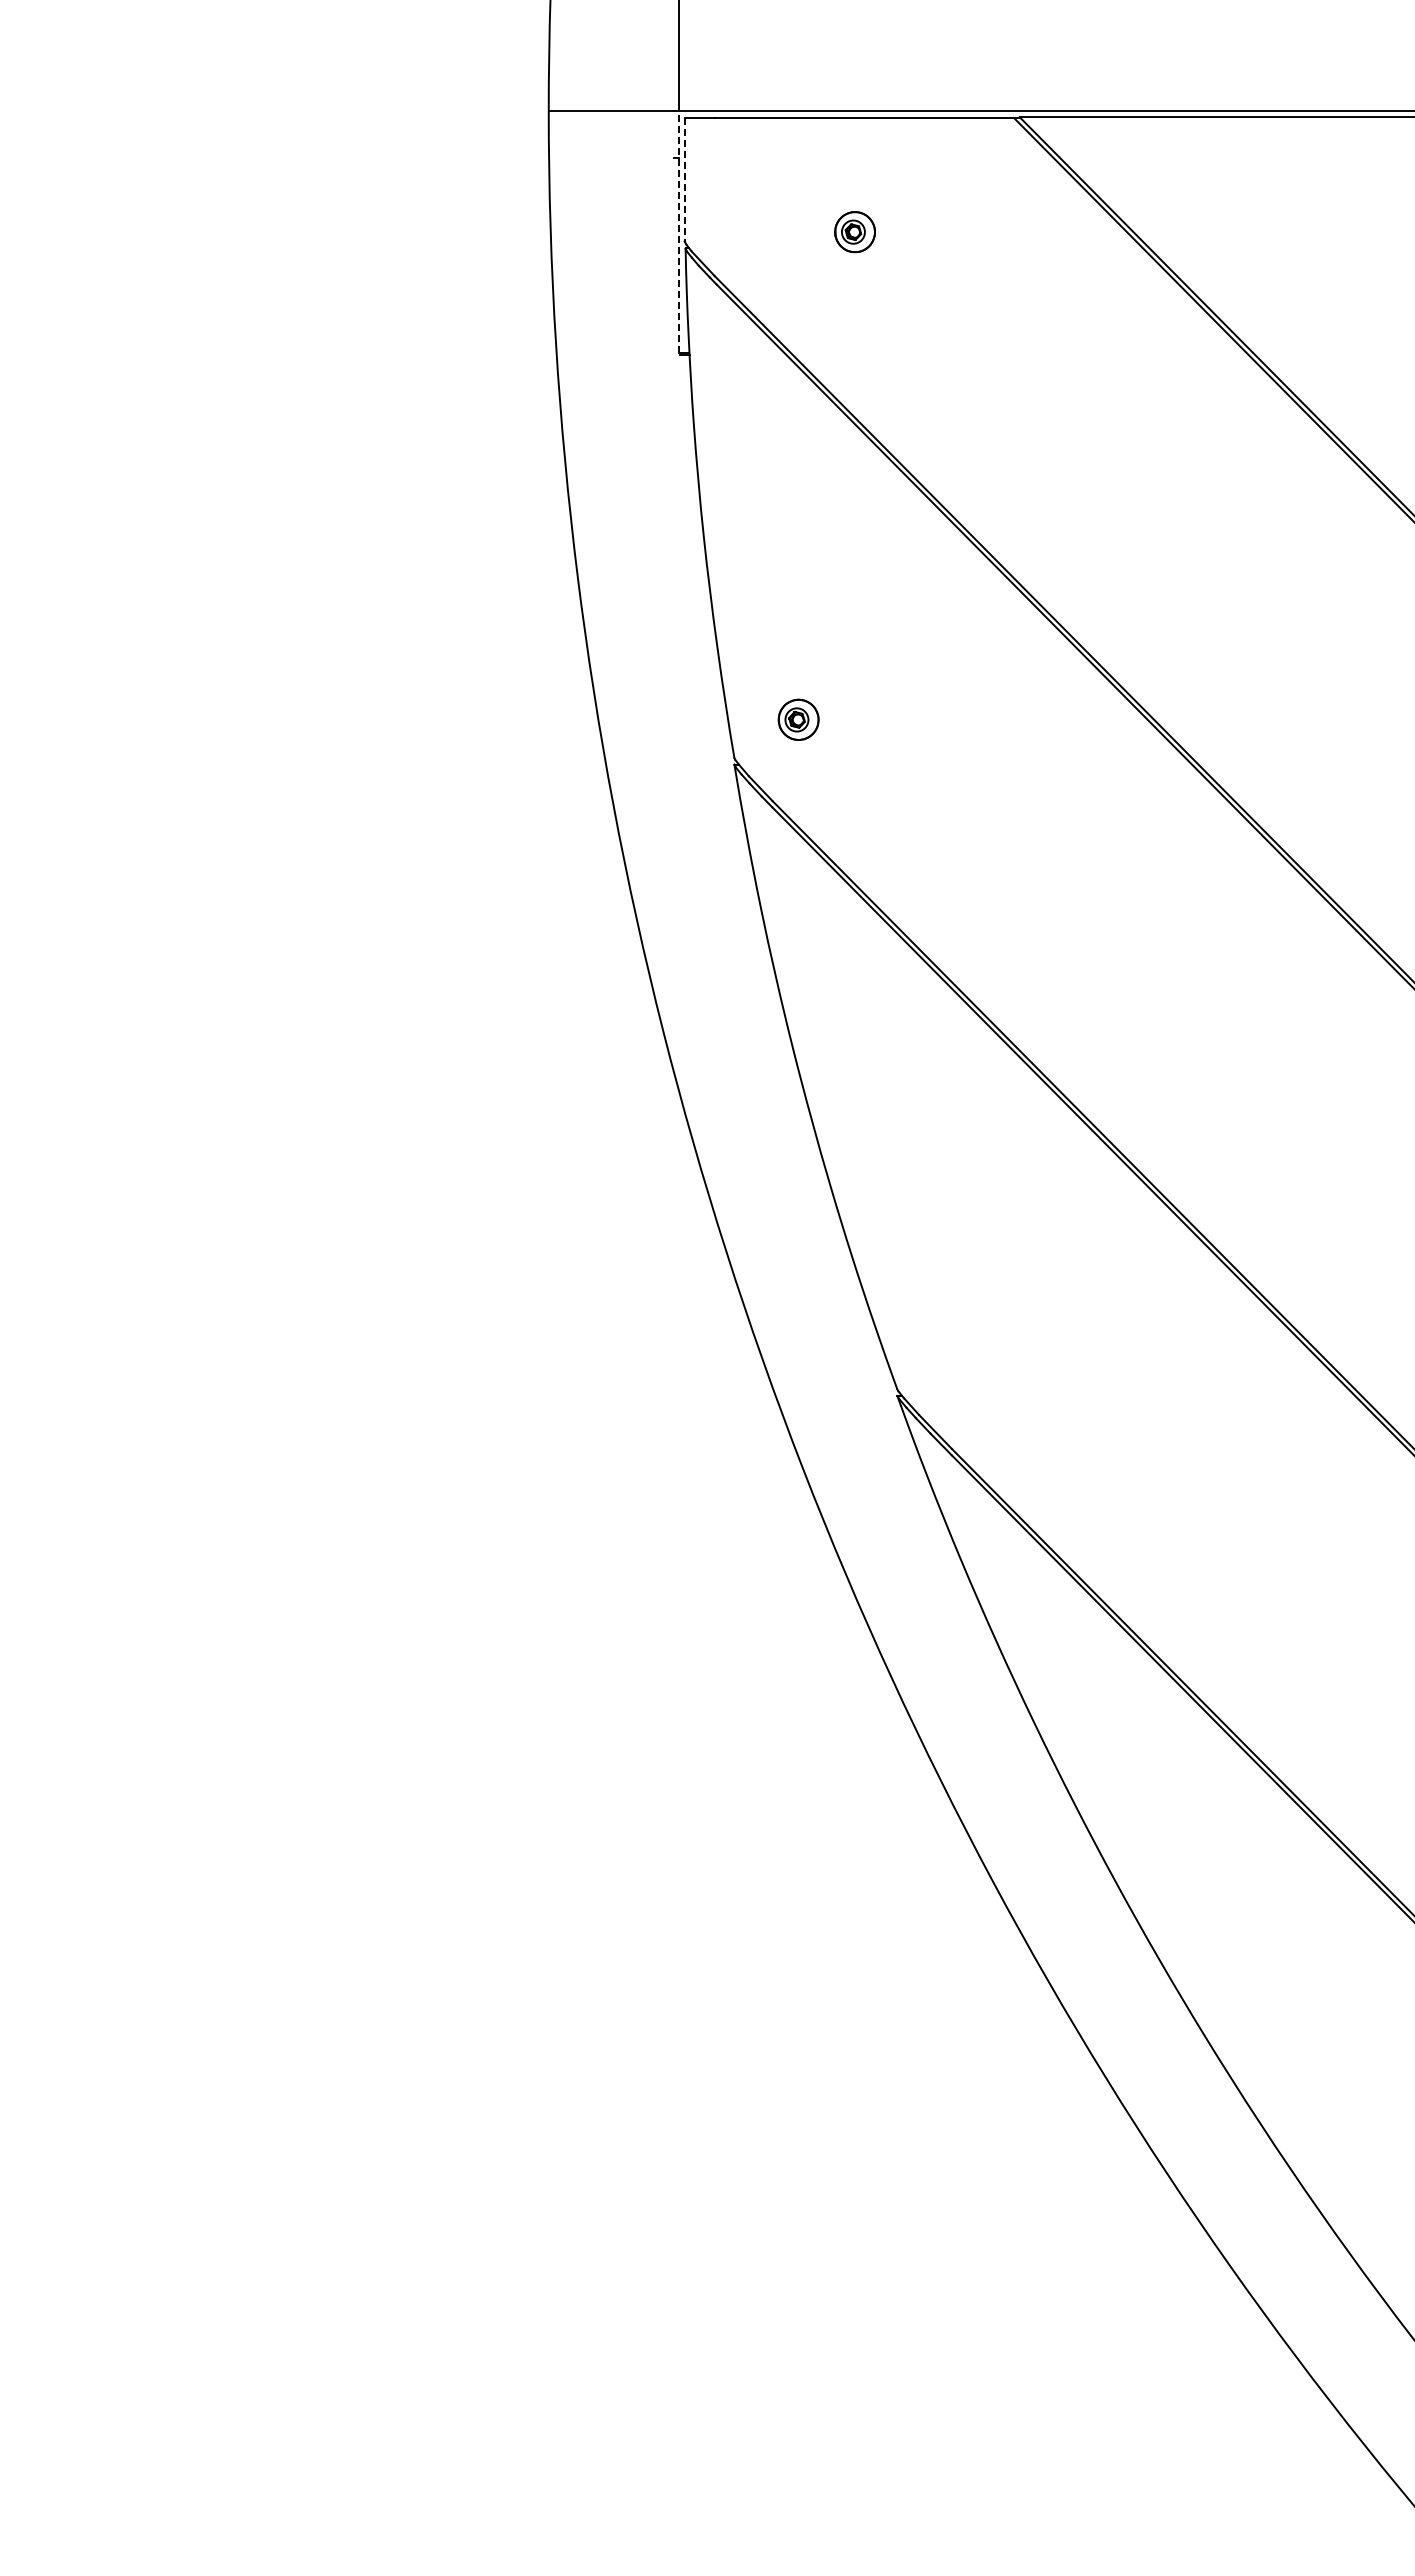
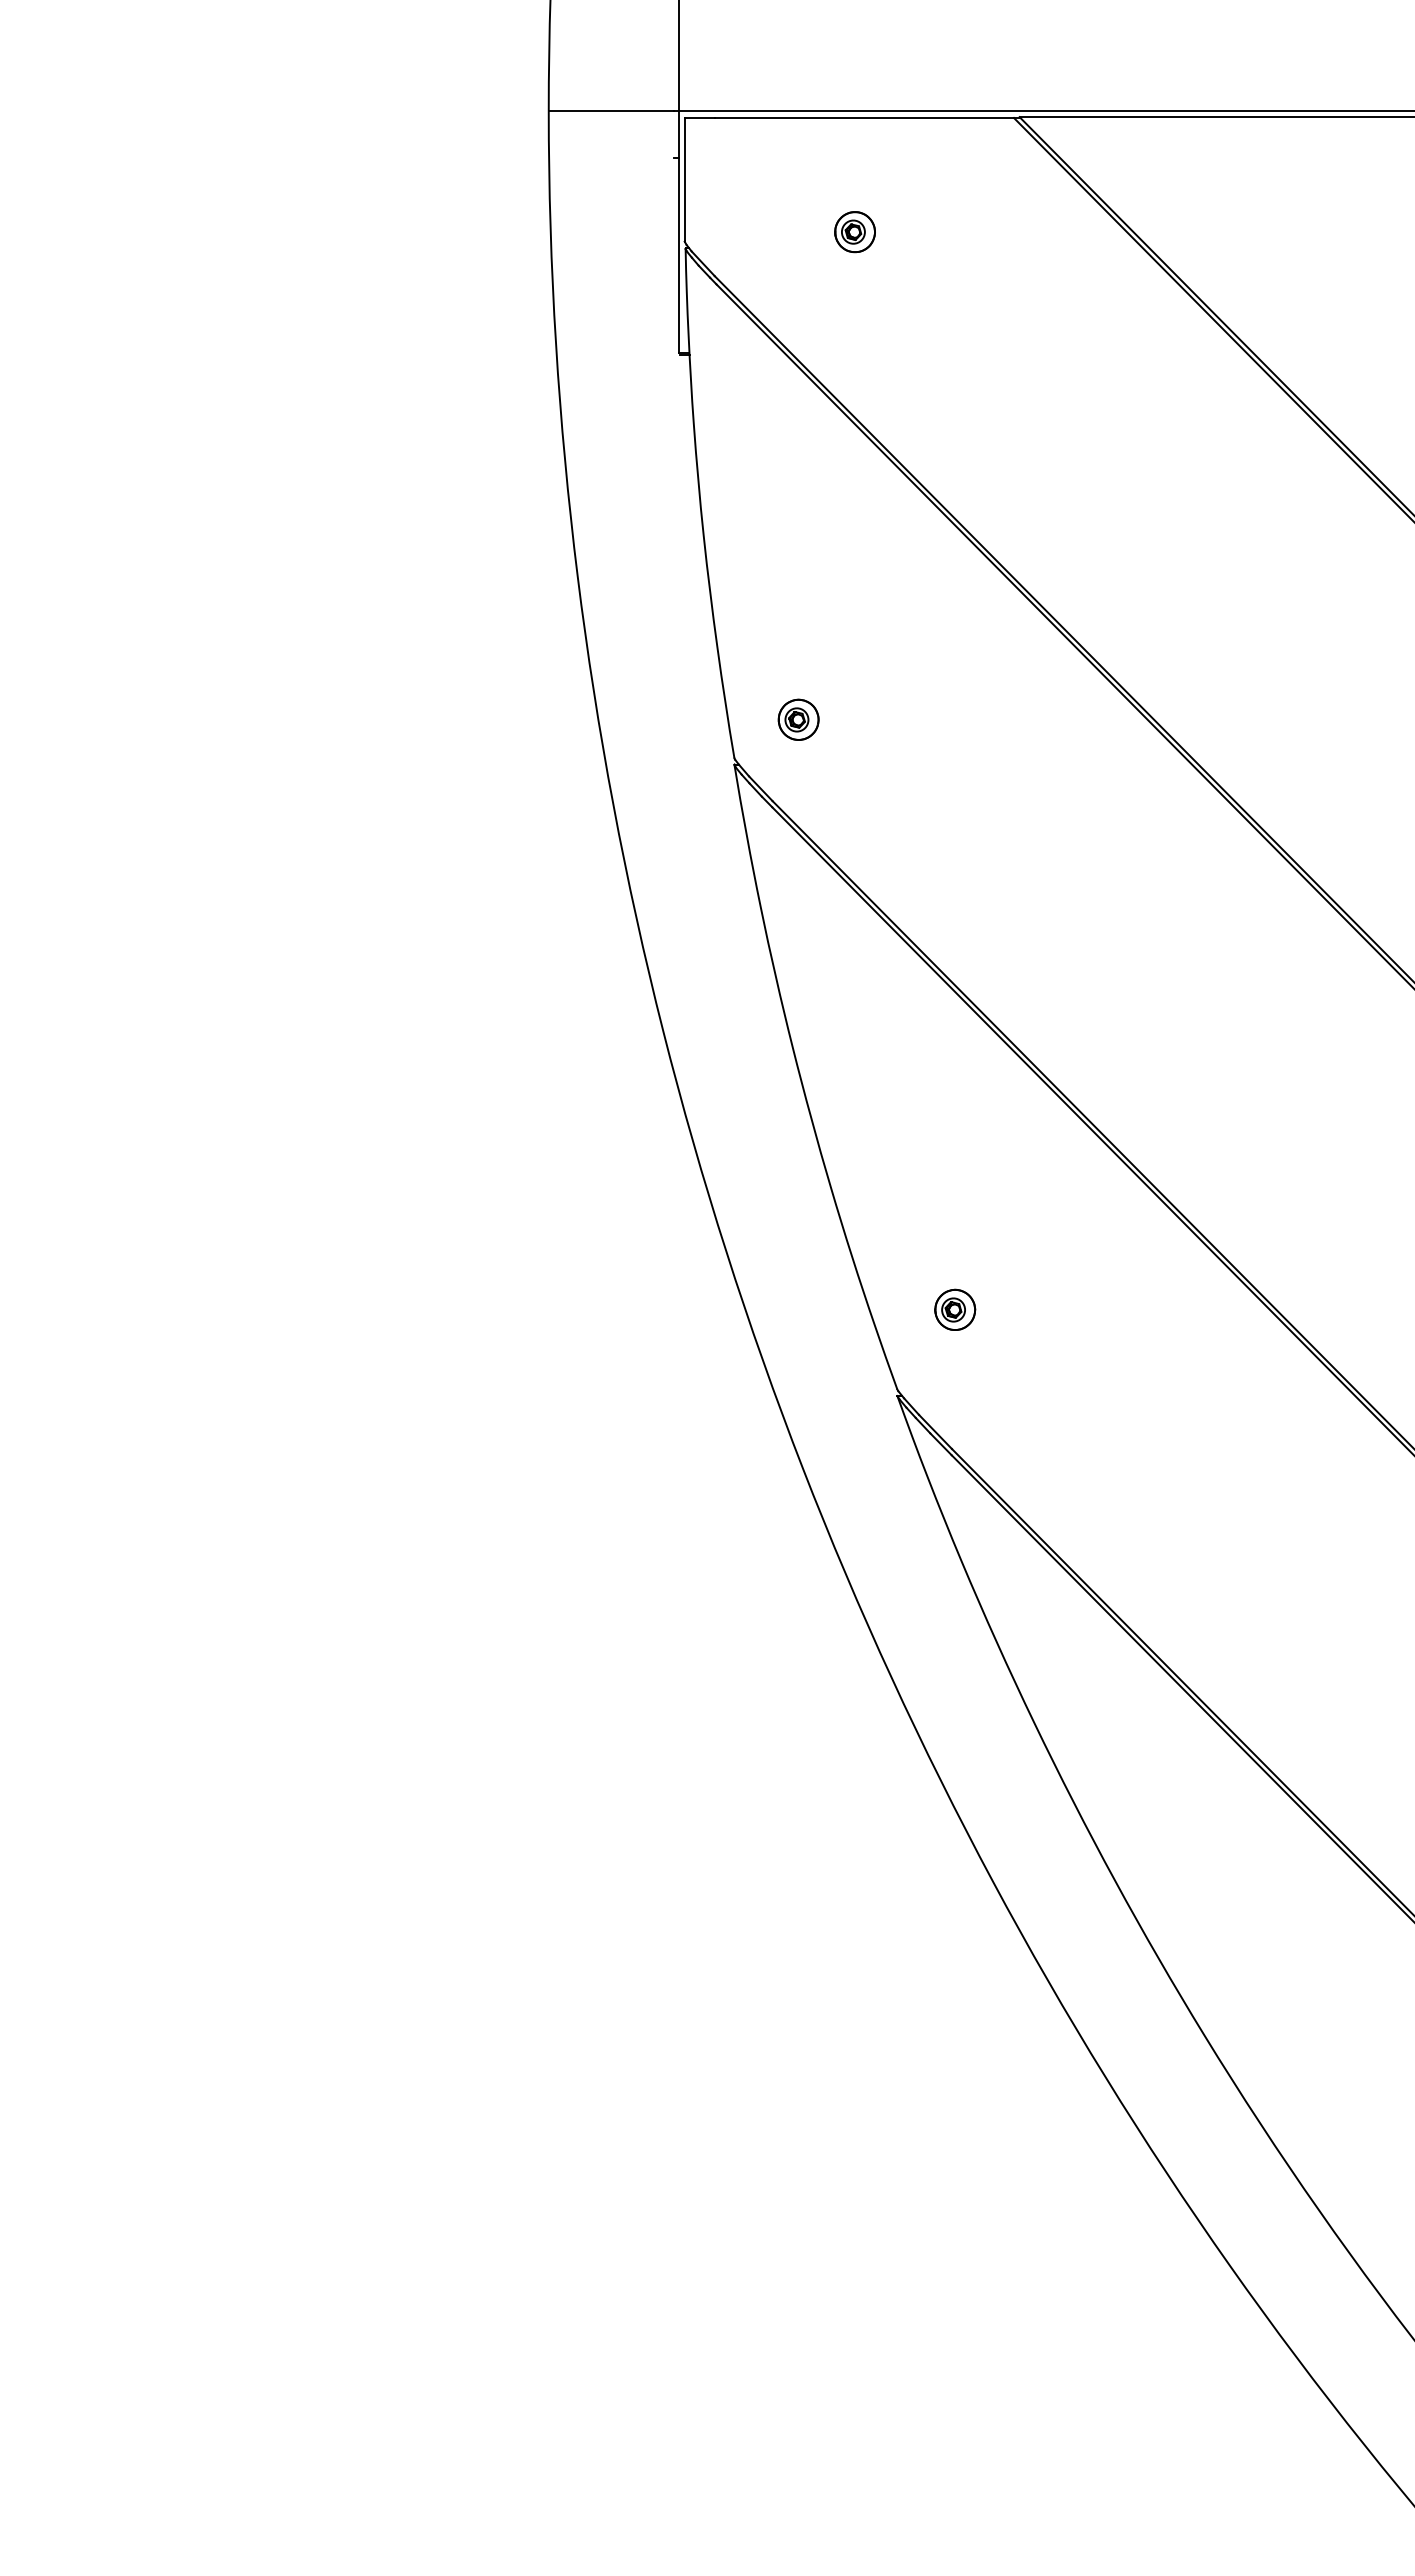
line at (684, 179): dashed -> solid
line at (678, 232): dashed -> solid
part at (955, 1309): none -> present
